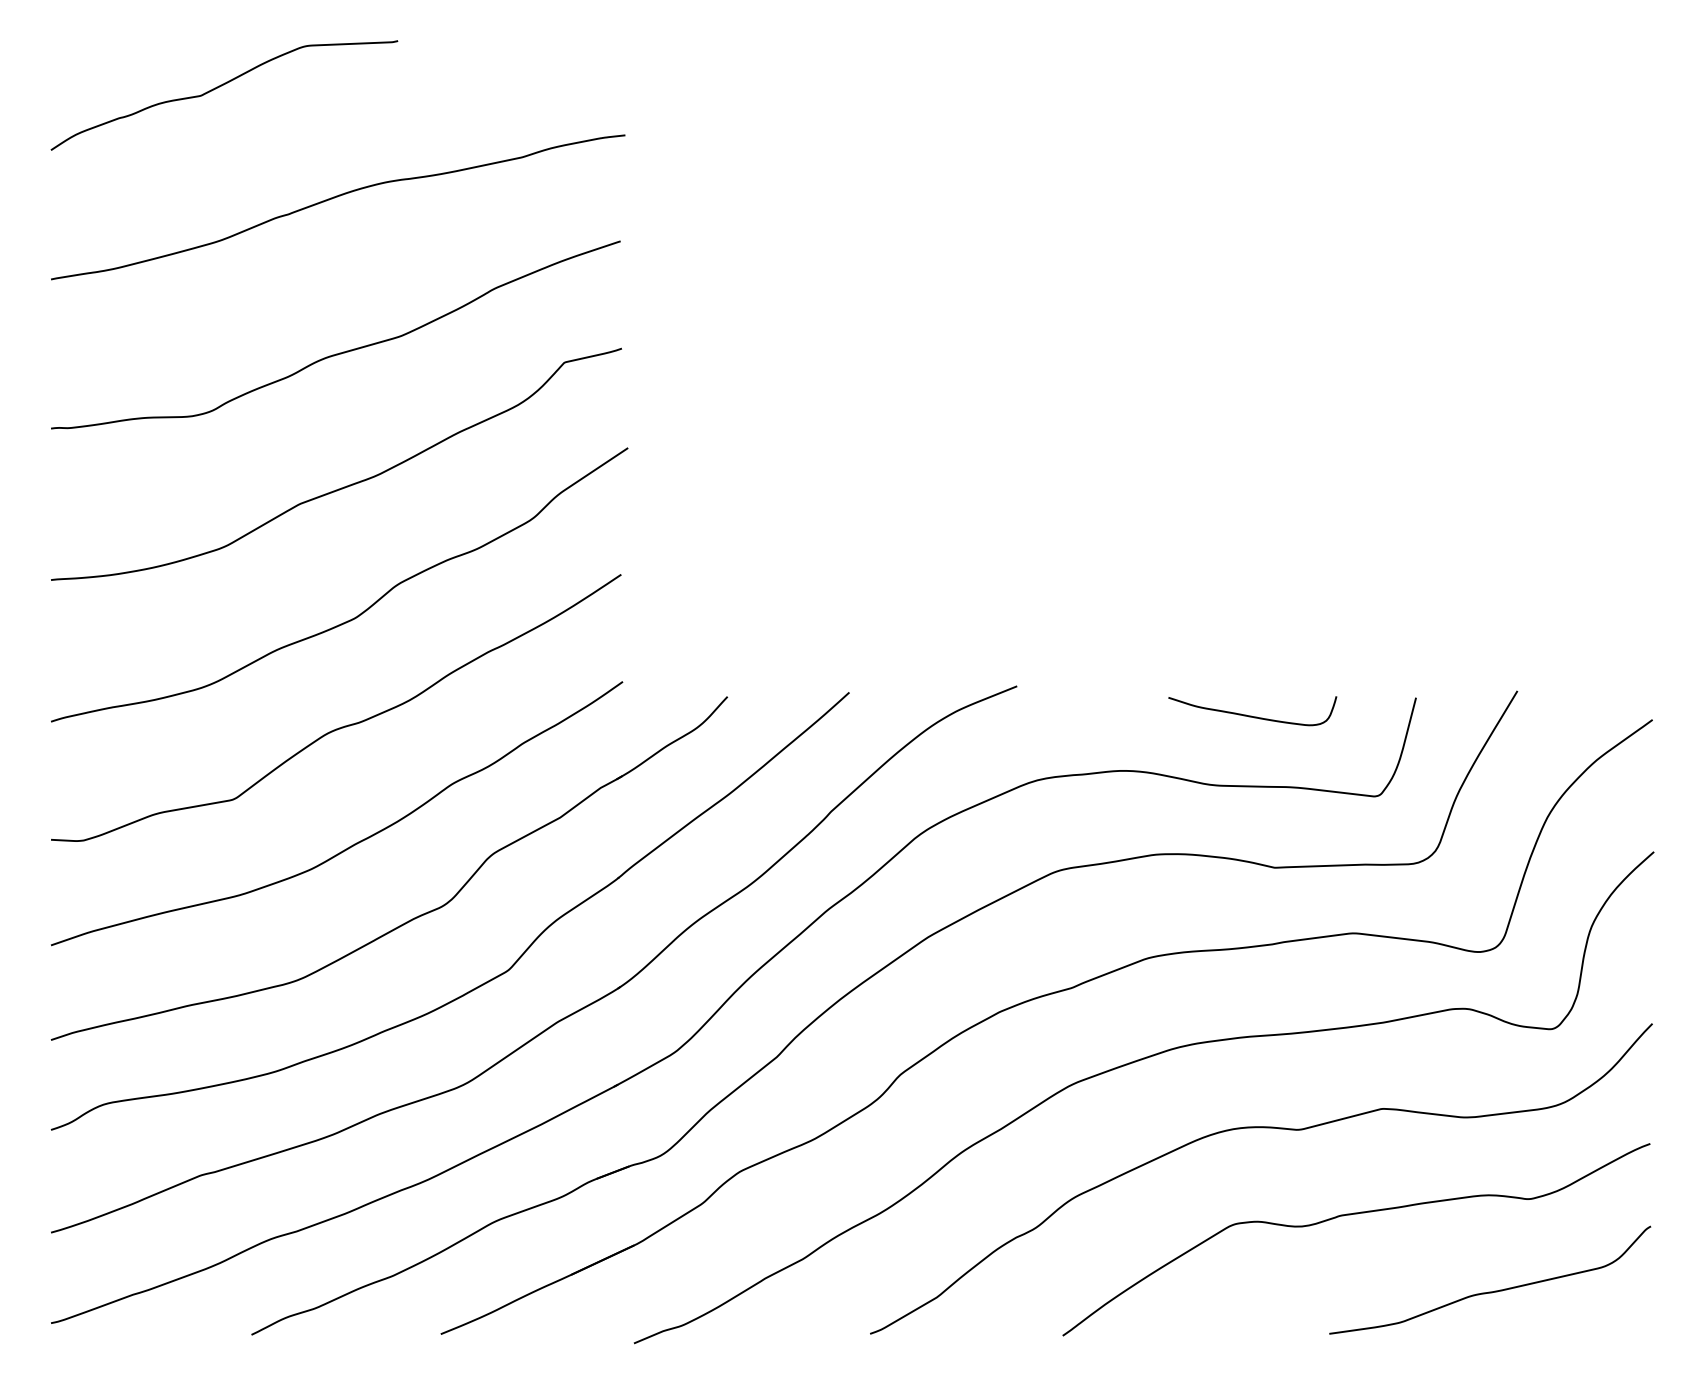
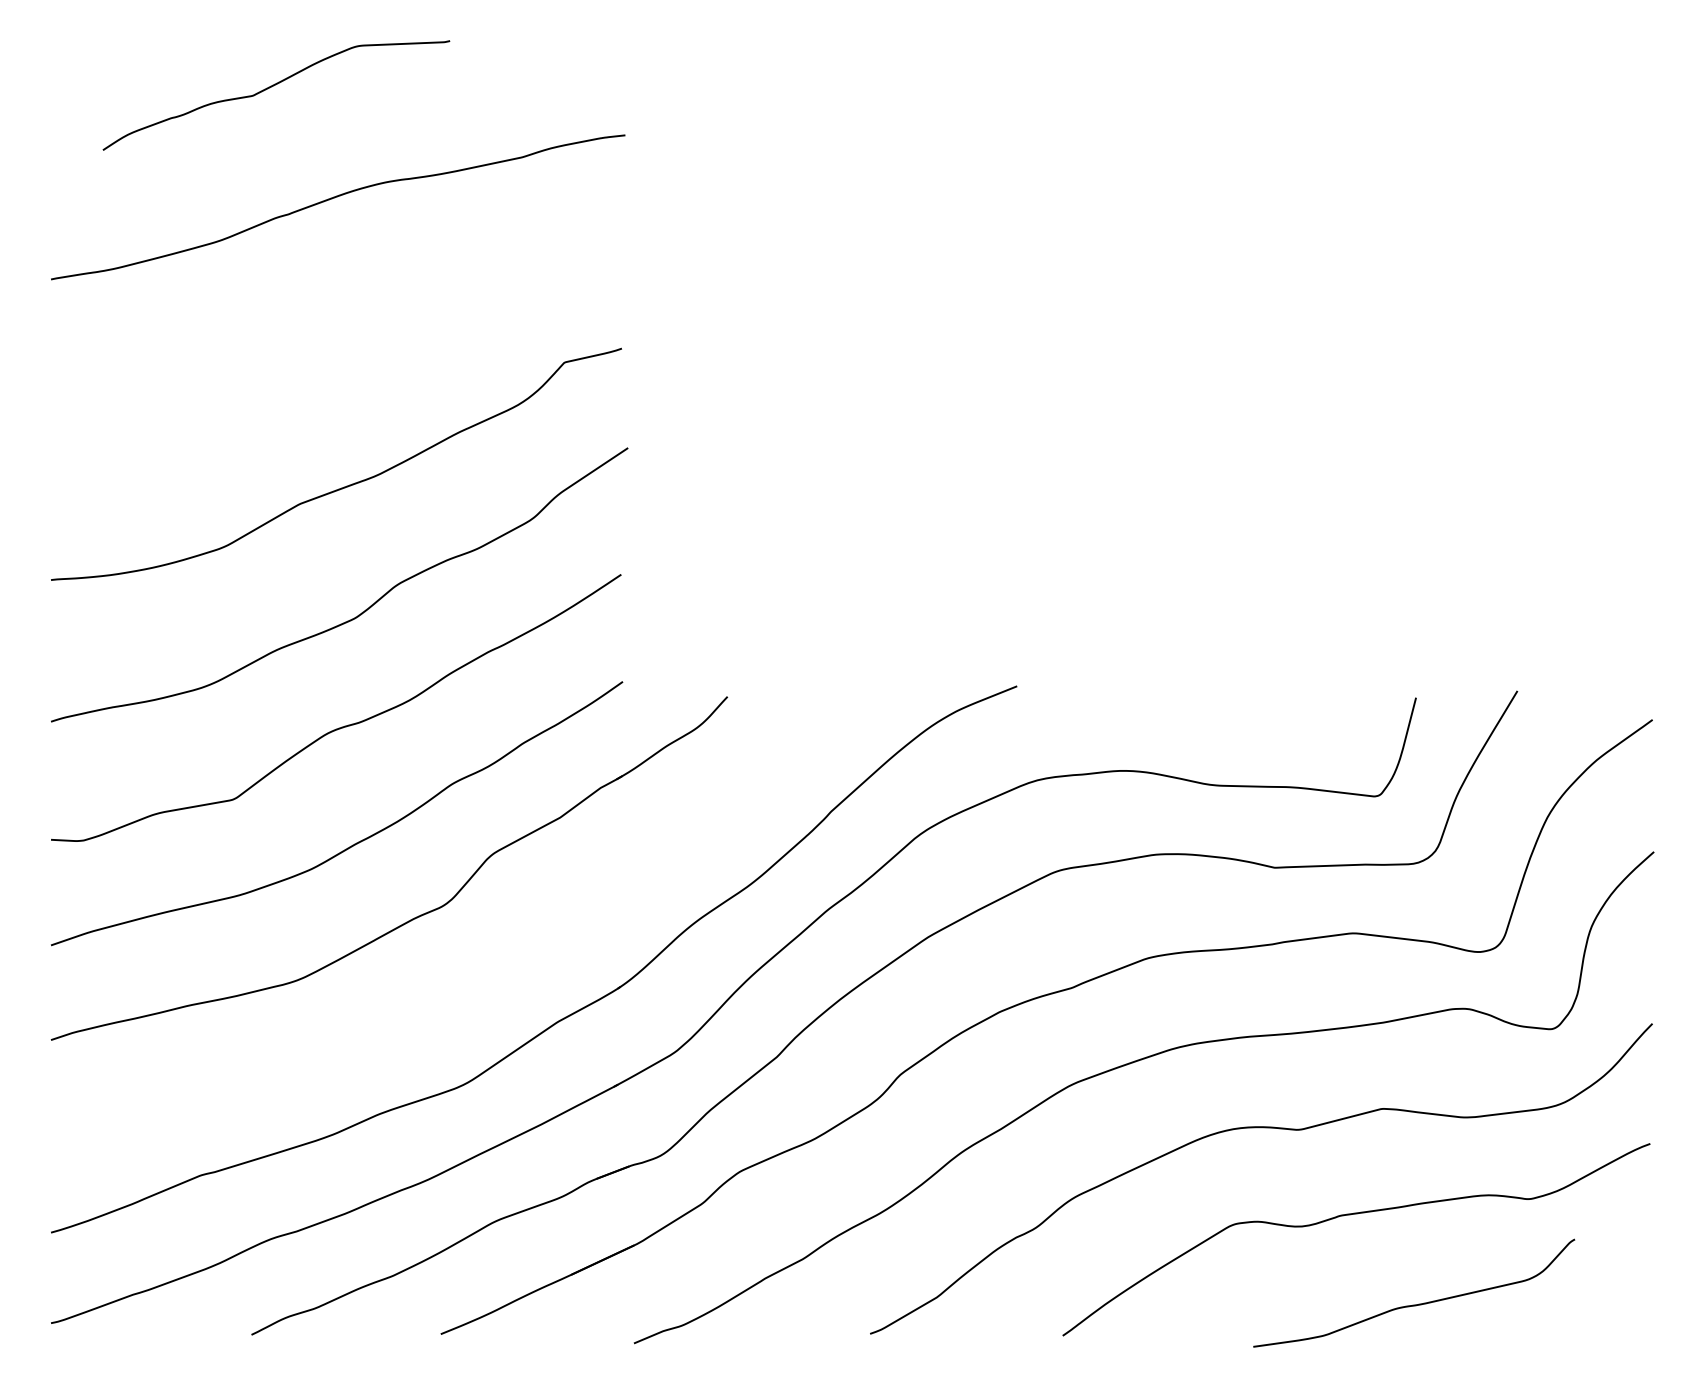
curve at (219, 87) position: (219, 87) -> (271, 87)
curve at (339, 352): present -> none
curve at (1251, 715): present -> none
part at (491, 978): present -> none
curve at (1494, 1290) position: (1494, 1290) -> (1418, 1303)
